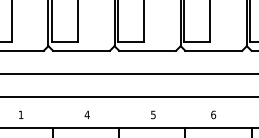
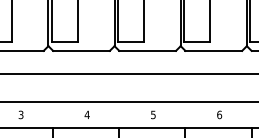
line at (128, 96) position: (128, 96) -> (128, 101)
text at (20, 114): 1 -> 3
text at (213, 114) position: (213, 114) -> (219, 114)
